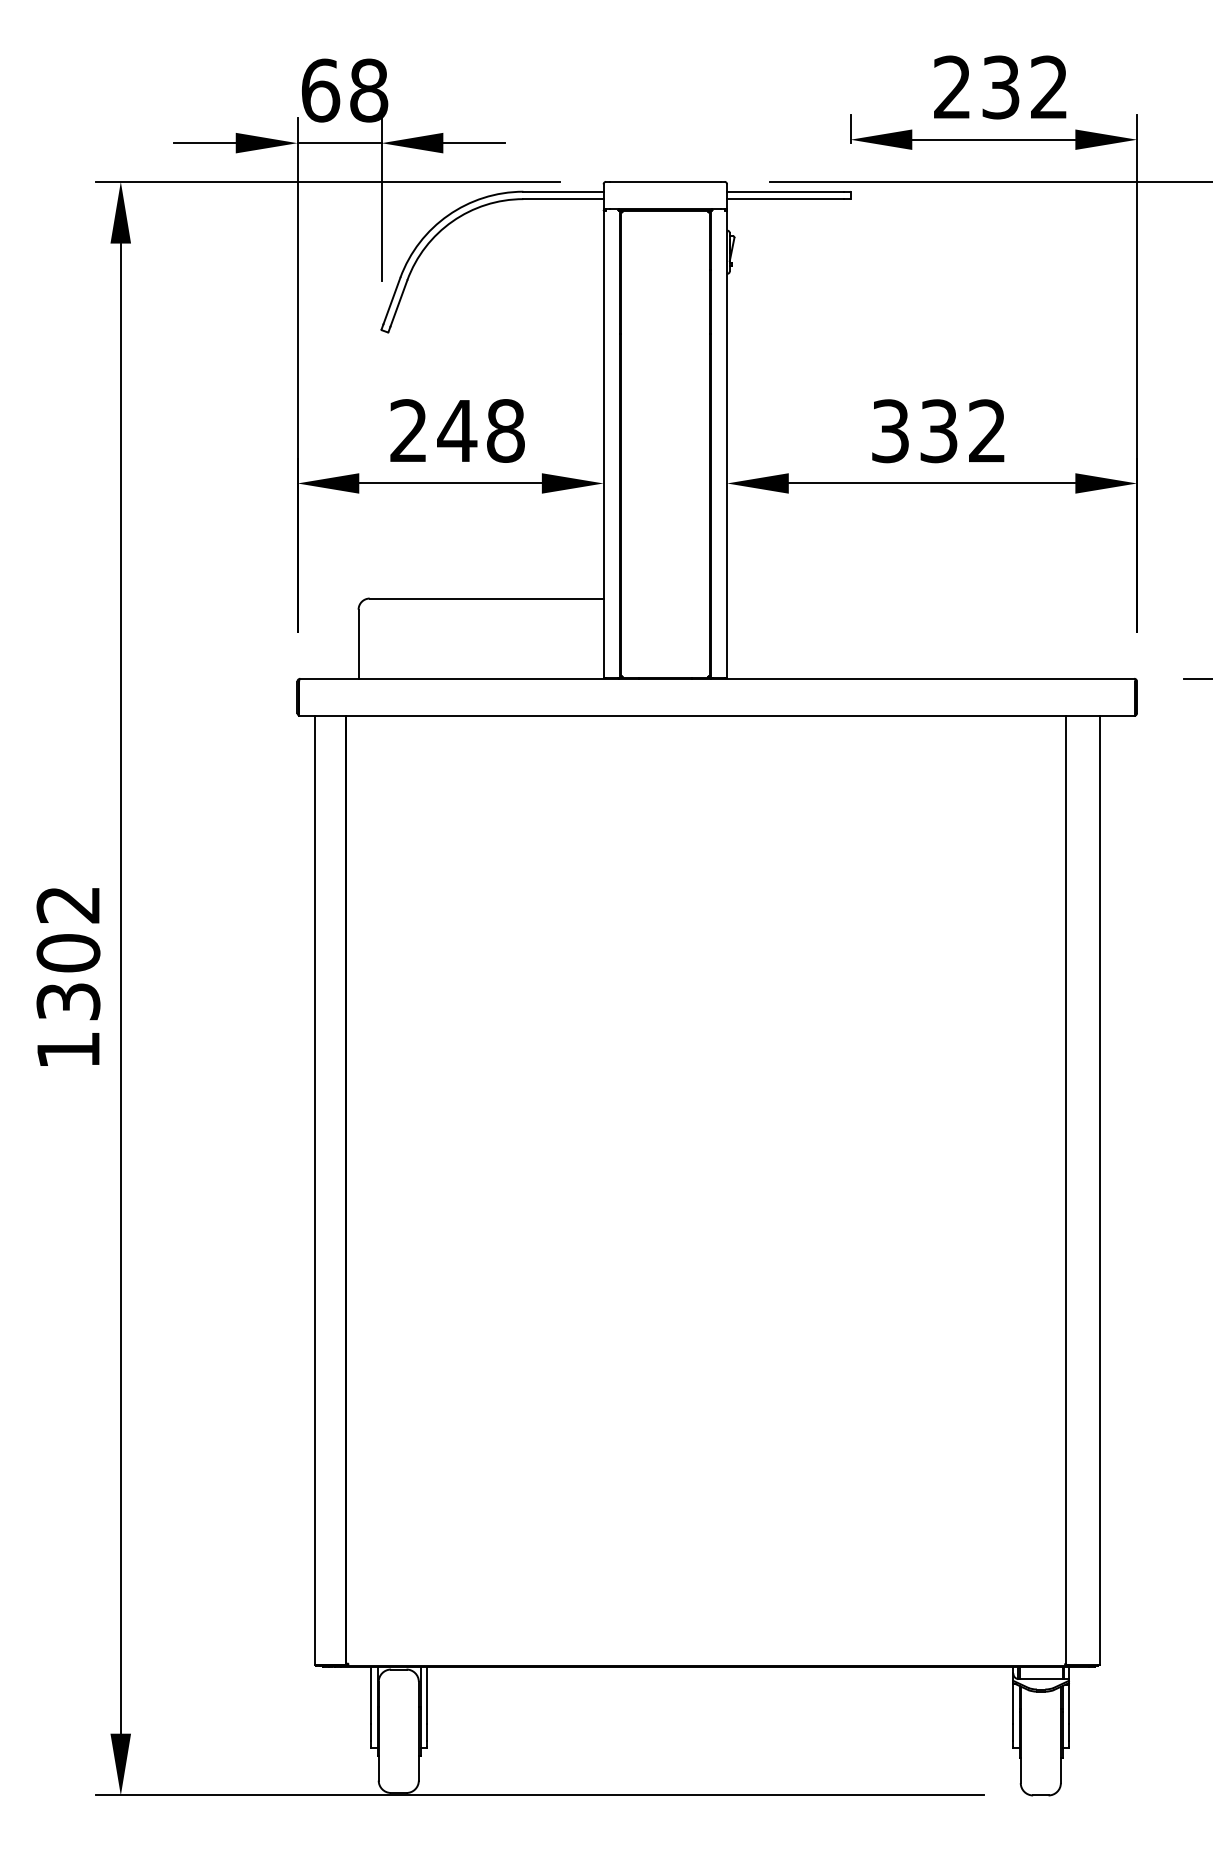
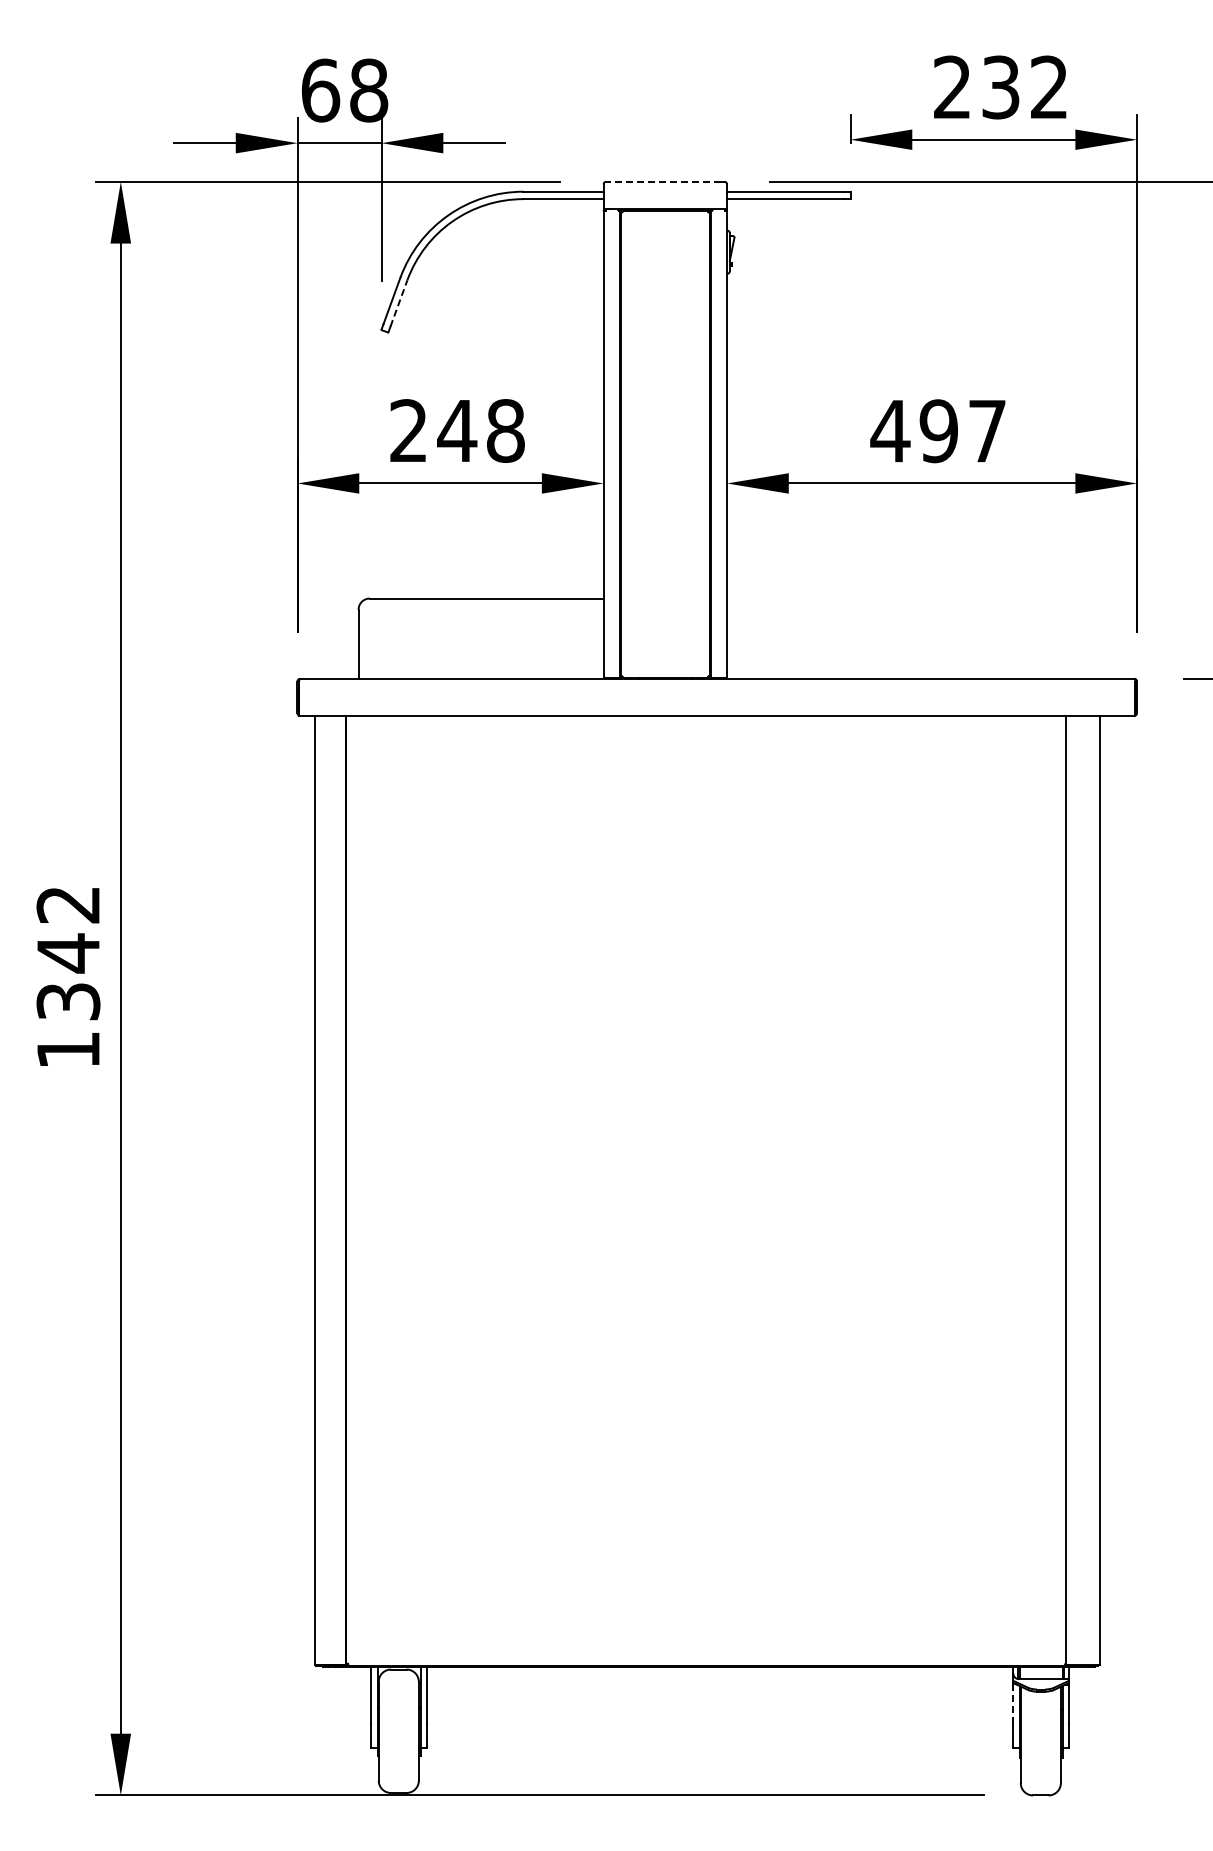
line at (665, 181): solid -> dashed
line at (398, 303): solid -> dashed
text at (937, 431): 332 -> 497
text at (68, 953): 1302 -> 1342
line at (1013, 1704): solid -> dashed
